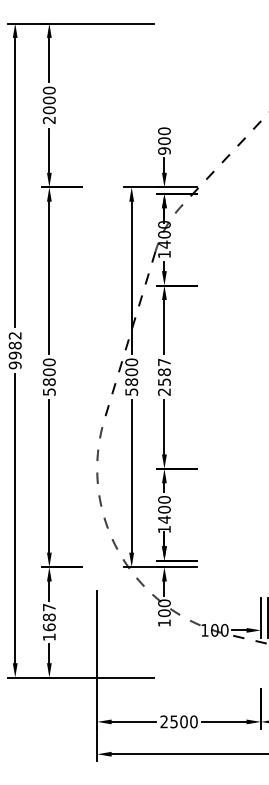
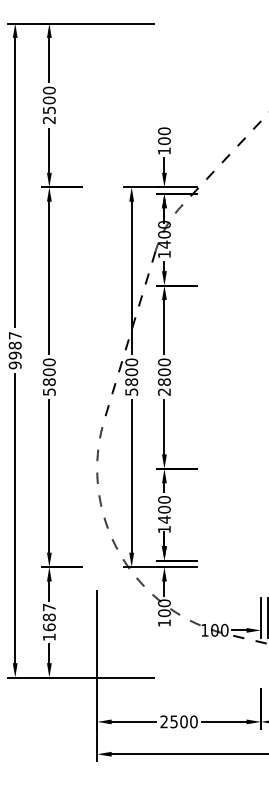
text at (48, 110): 2000 -> 2500
text at (164, 150): 900 -> 100
text at (14, 335): 9982 -> 9987
text at (164, 371): 2587 -> 2800
